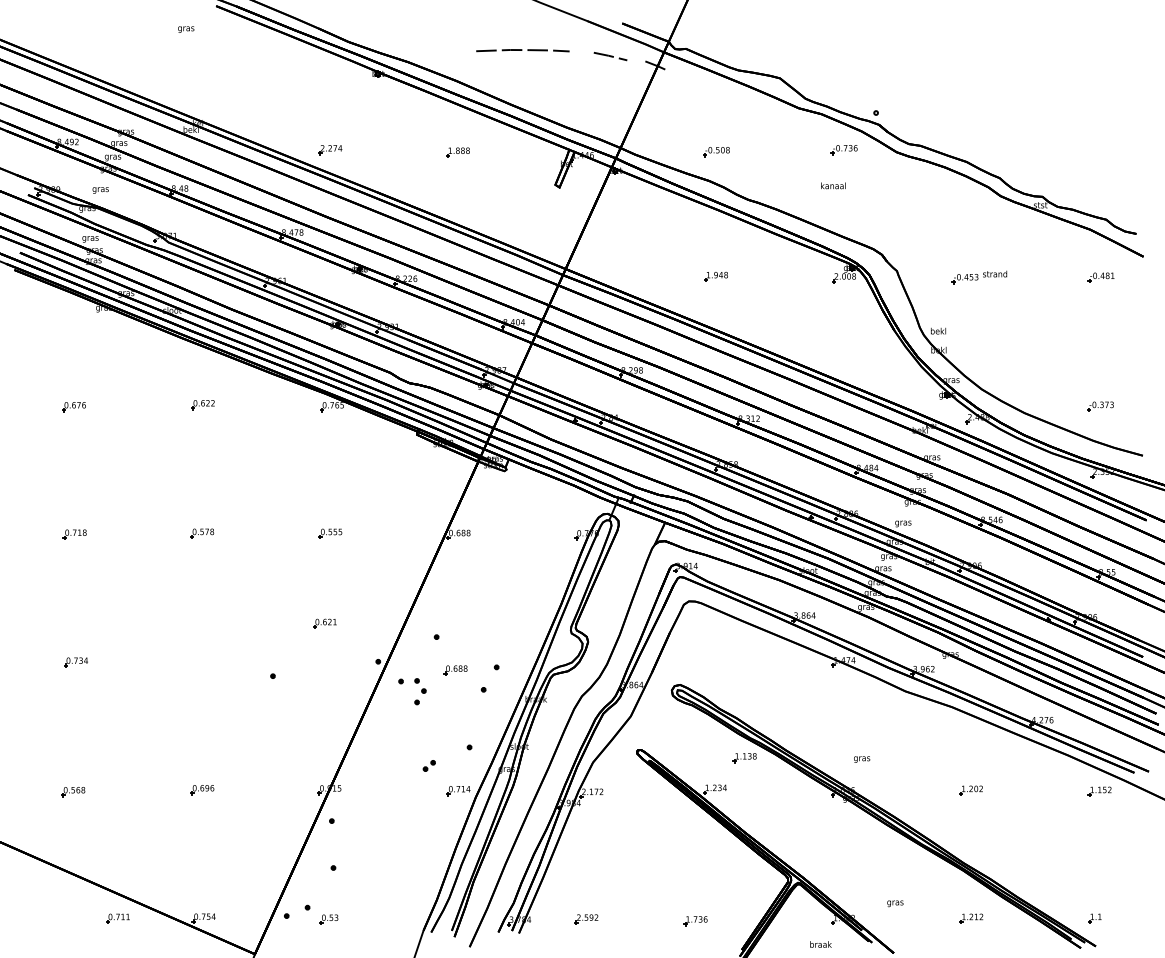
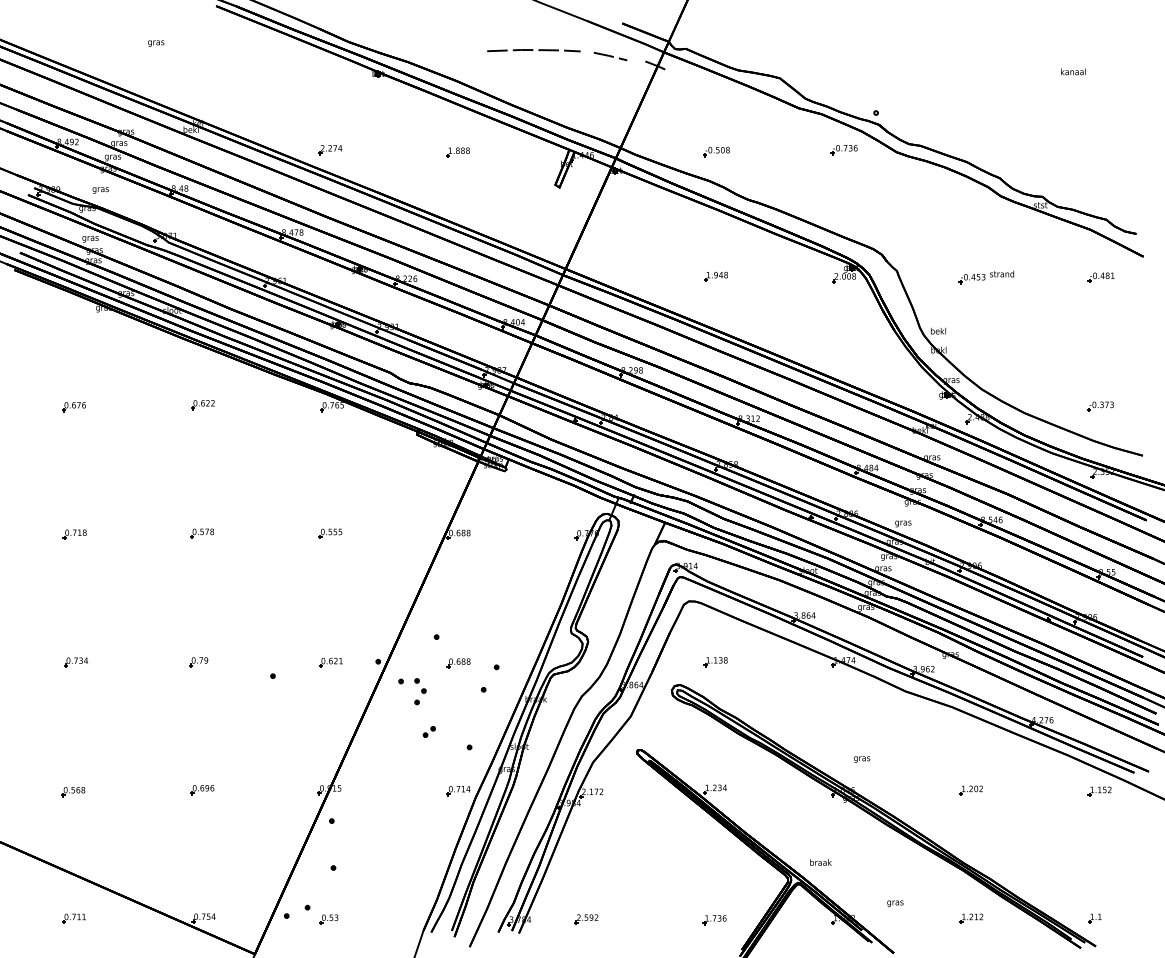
text at (186, 29) position: (186, 29) -> (156, 43)
line at (522, 50) position: (522, 50) -> (533, 50)
text at (833, 185) position: (833, 185) -> (1073, 71)
part at (979, 277) position: (979, 277) -> (986, 277)
part at (324, 623) position: (324, 623) -> (330, 662)
part at (198, 662): none -> present
part at (455, 670) position: (455, 670) -> (458, 663)
part at (744, 758) position: (744, 758) -> (715, 662)
part at (428, 765) position: (428, 765) -> (428, 731)
part at (117, 918) position: (117, 918) -> (73, 918)
part at (695, 921) position: (695, 921) -> (714, 920)
text at (820, 944) position: (820, 944) -> (820, 862)
